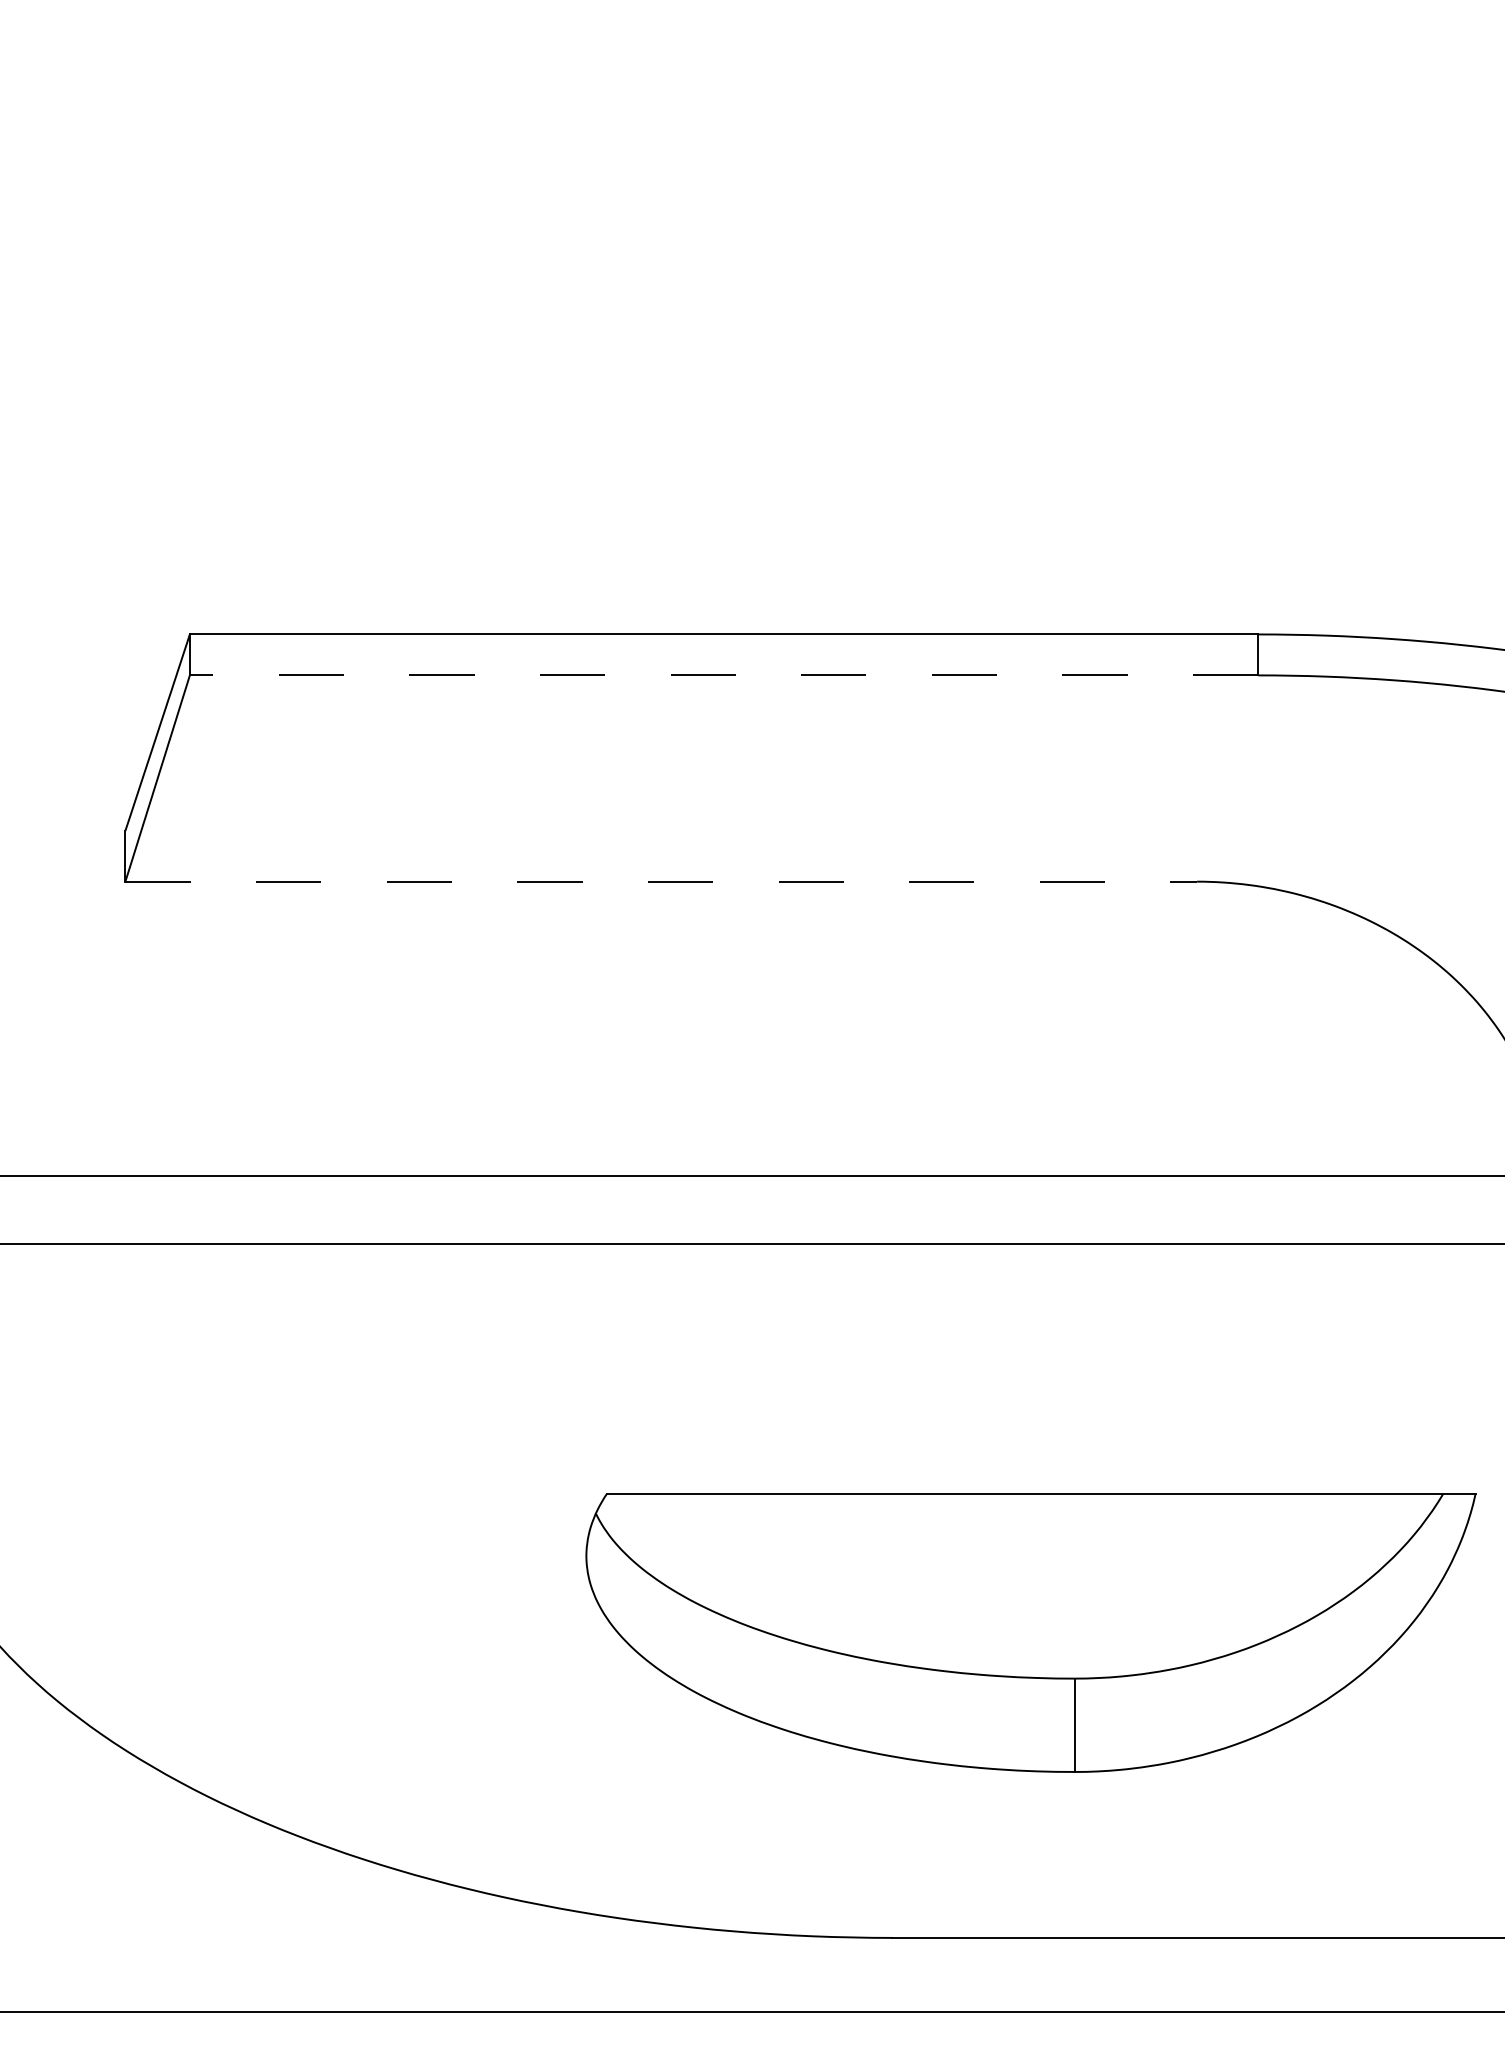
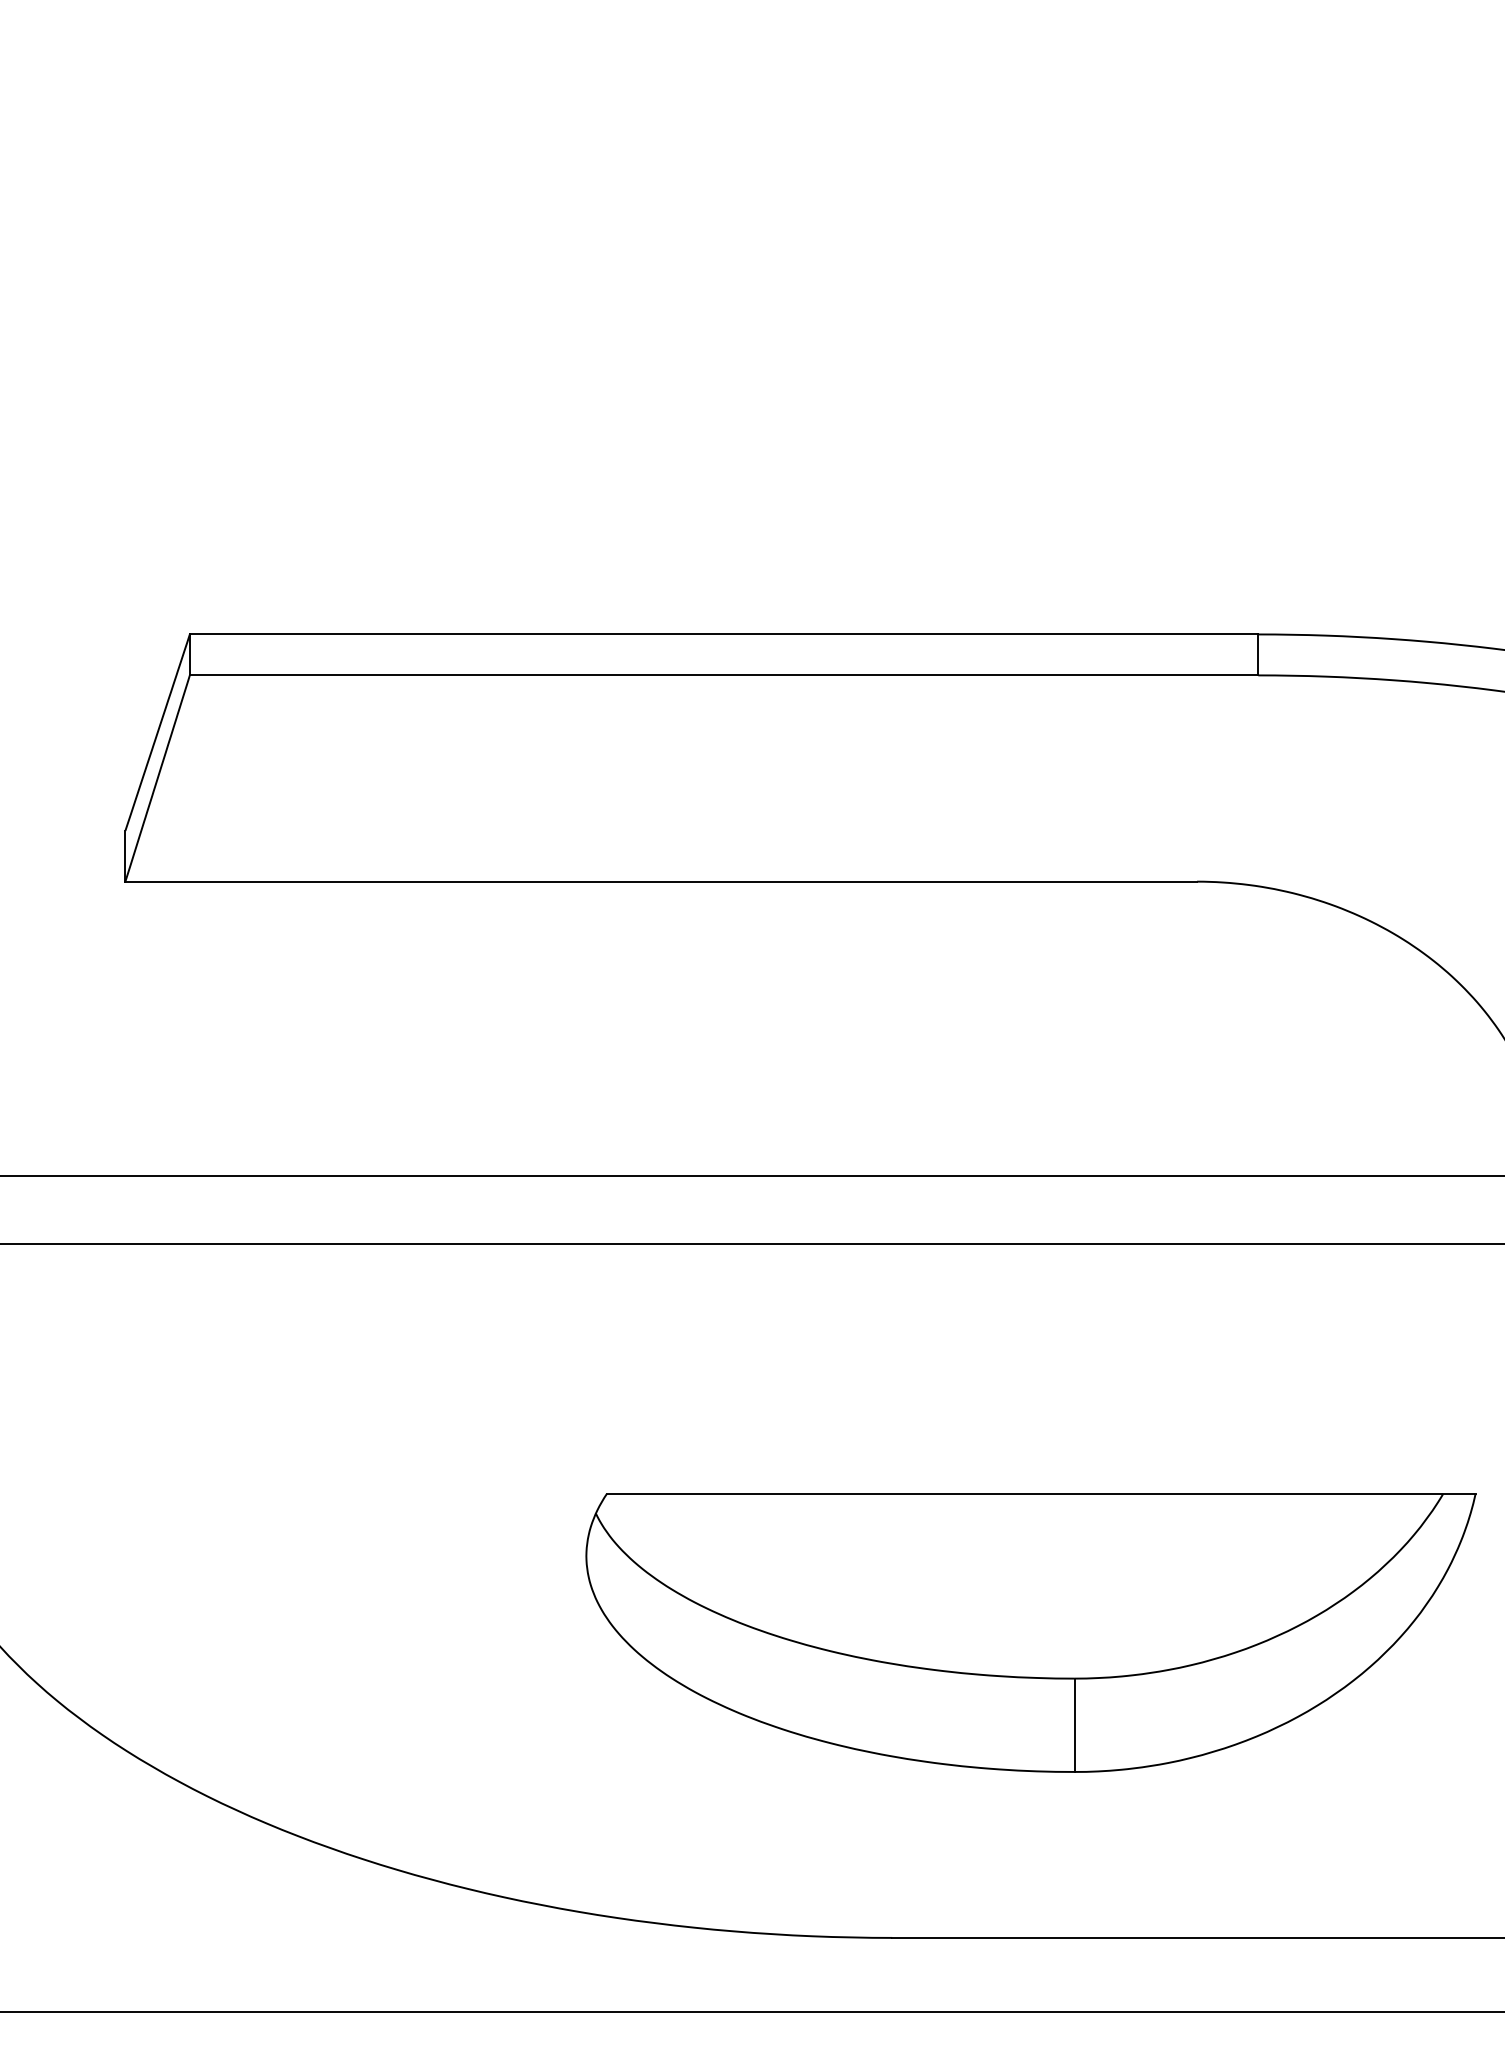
line at (723, 675): dashed -> solid
line at (661, 881): dashed -> solid
